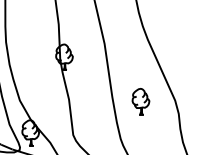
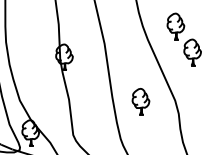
part at (183, 39): none -> present
